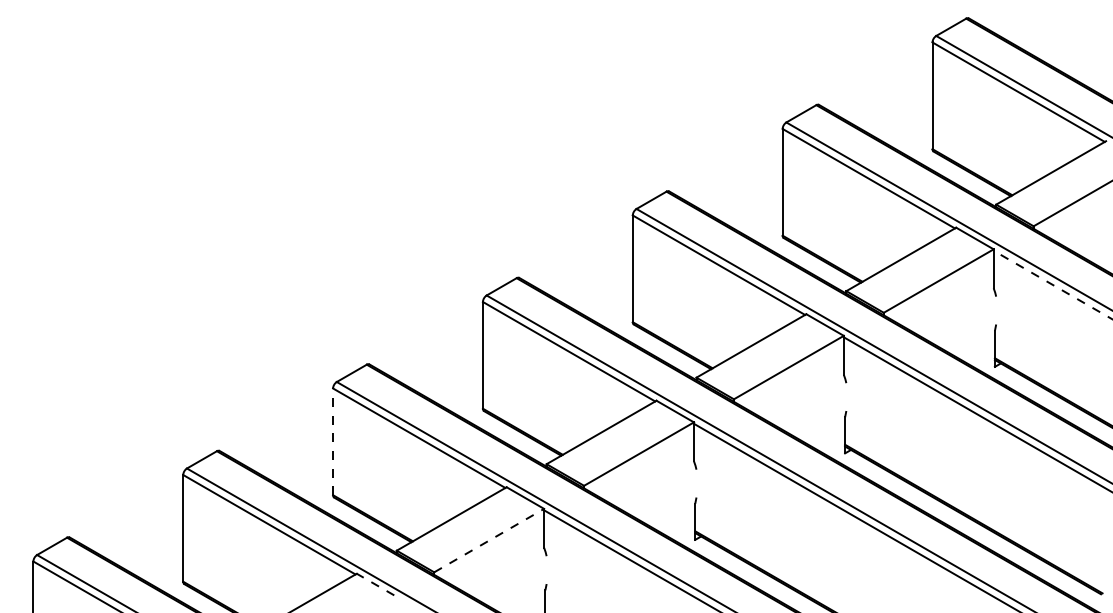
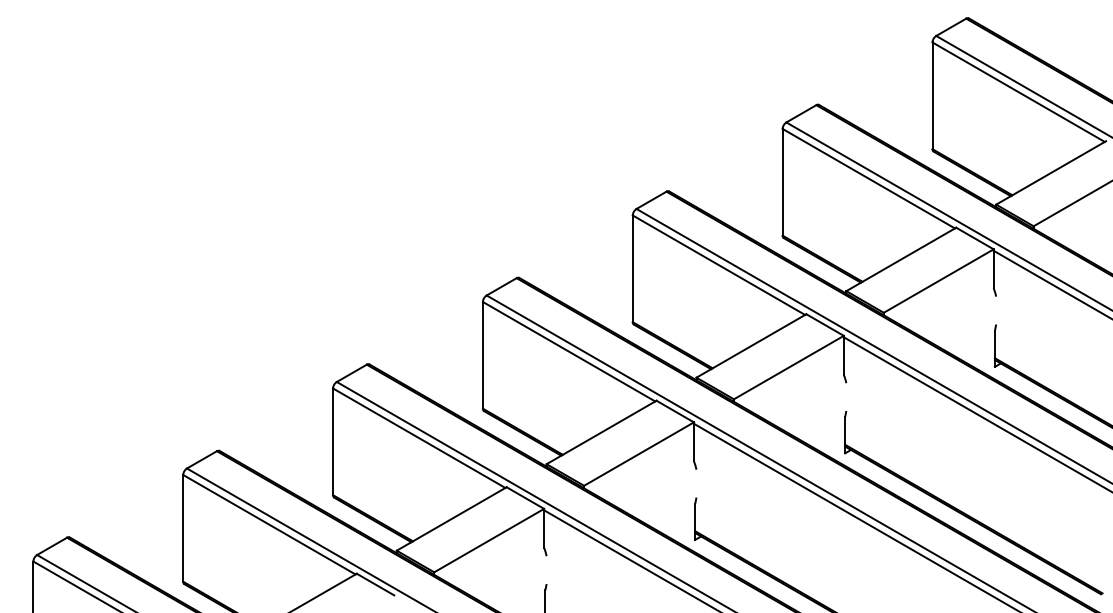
line at (1052, 284): dashed -> solid
line at (333, 441): dashed -> solid
line at (489, 540): dashed -> solid
line at (375, 584): dashed -> solid
